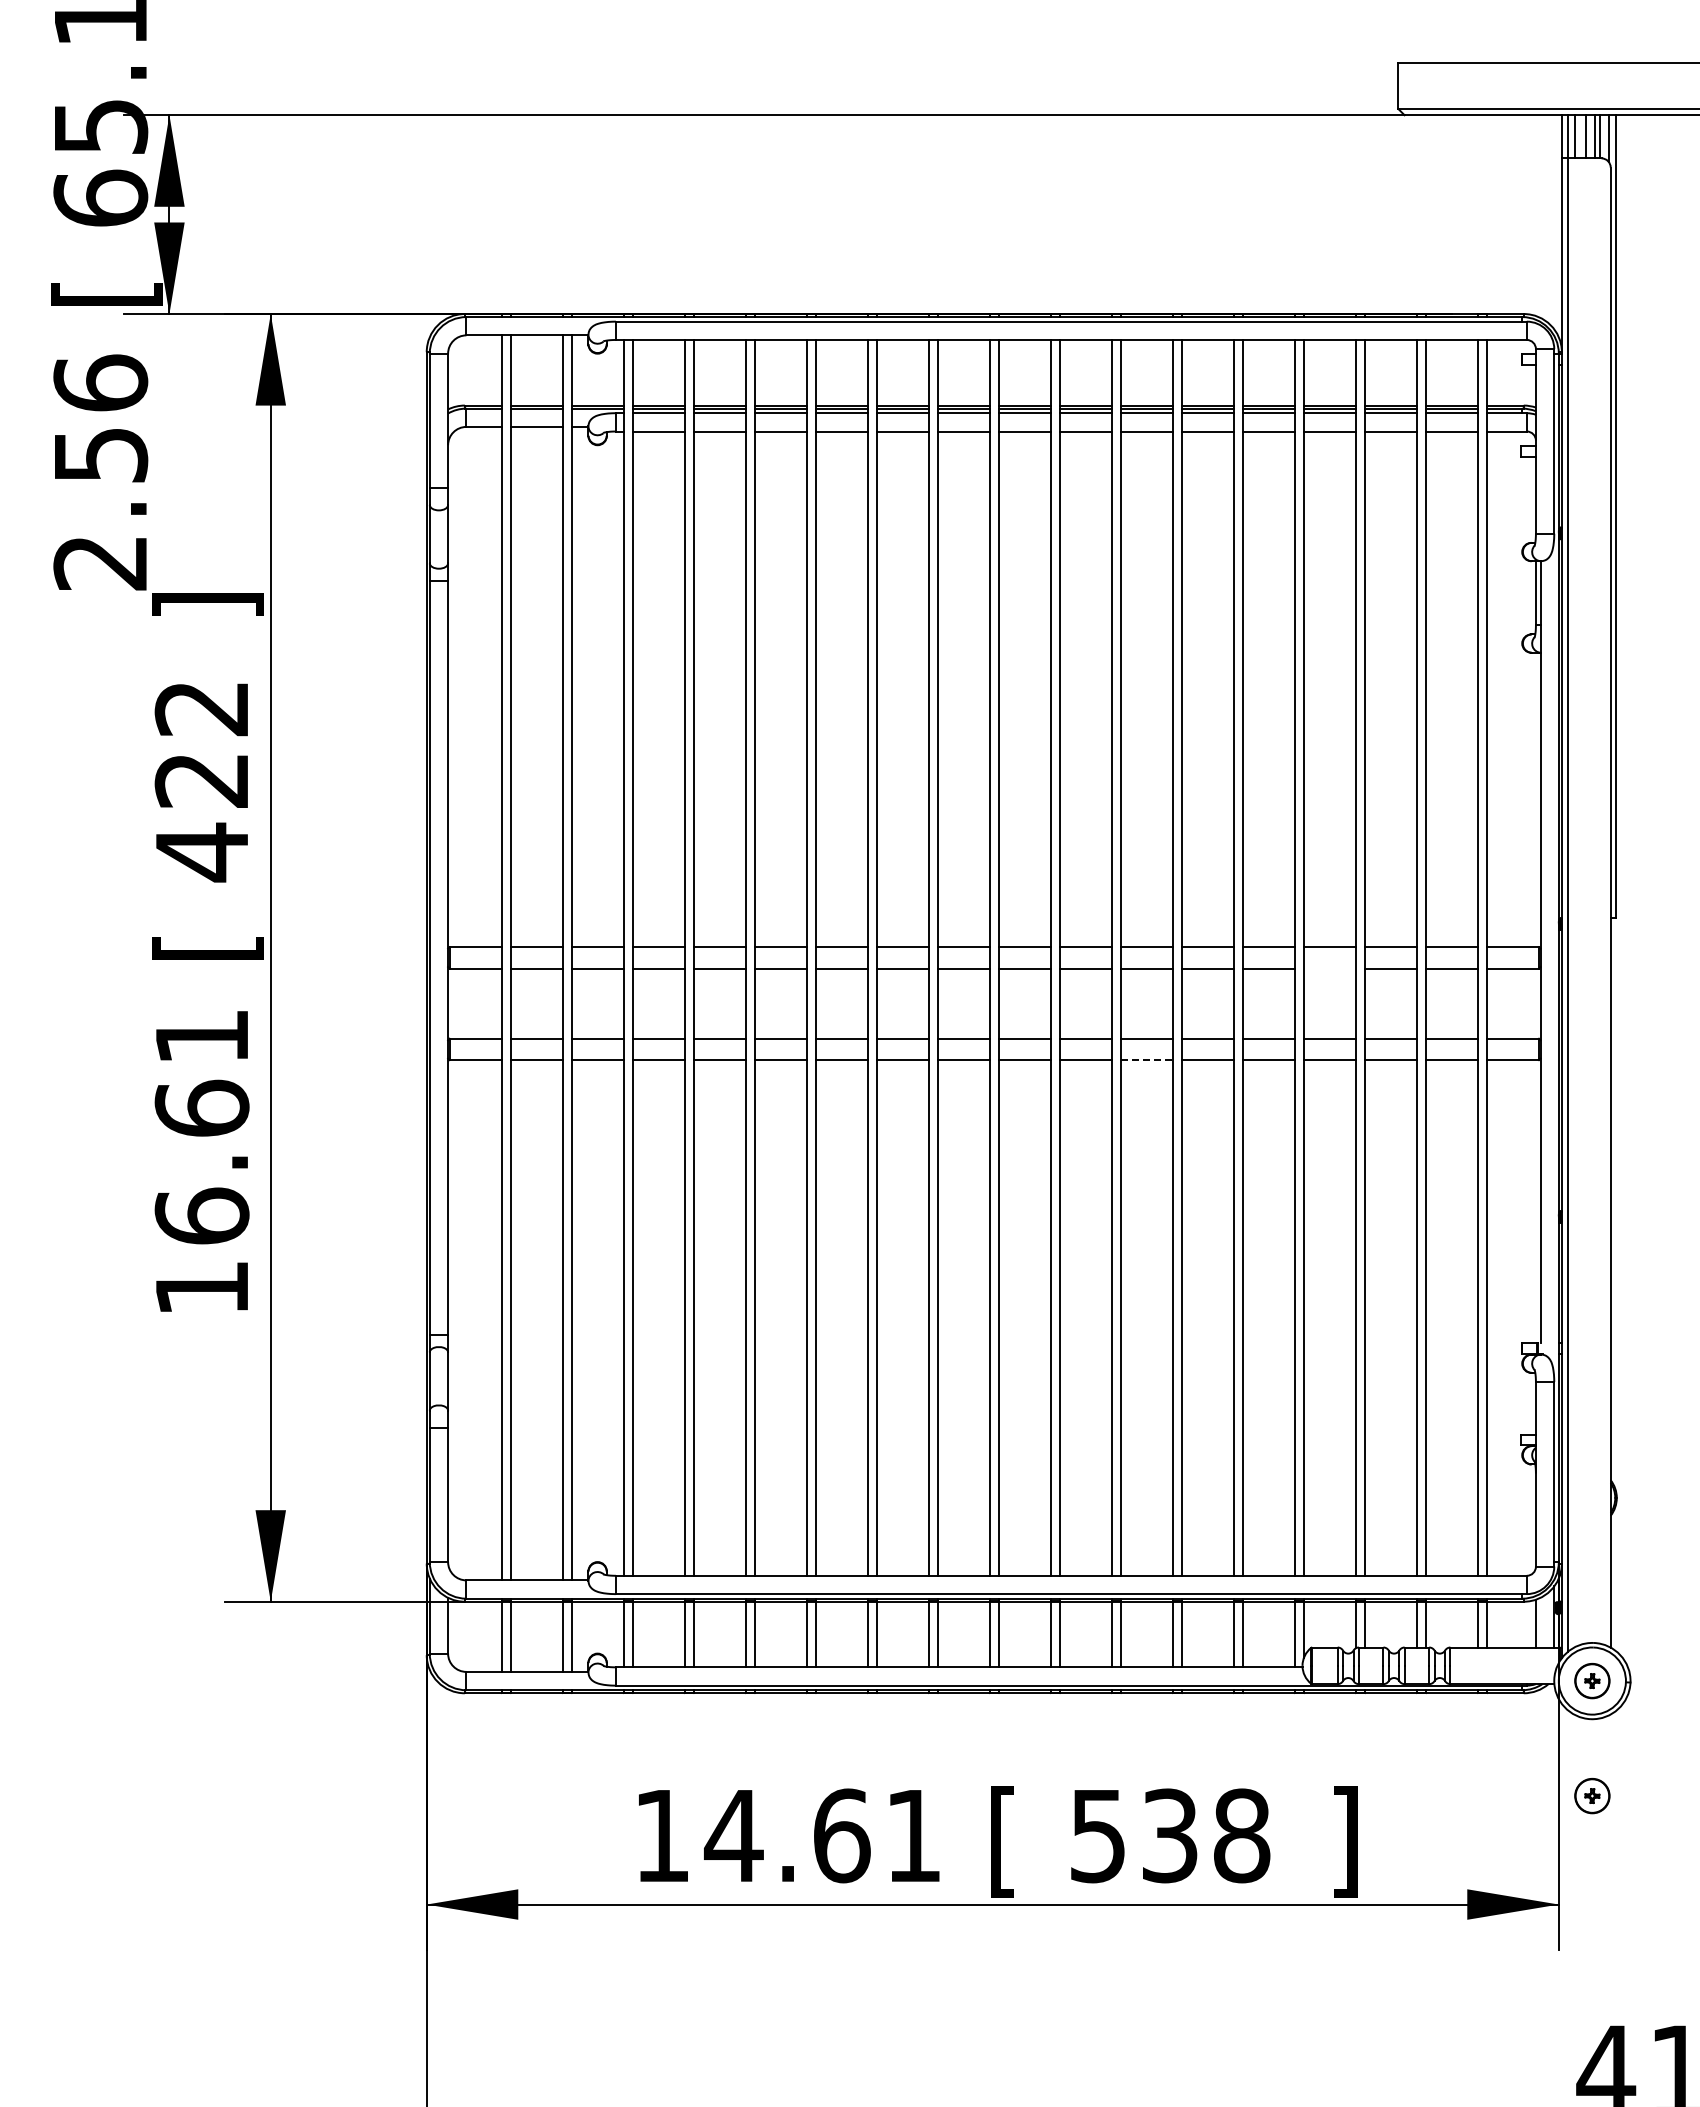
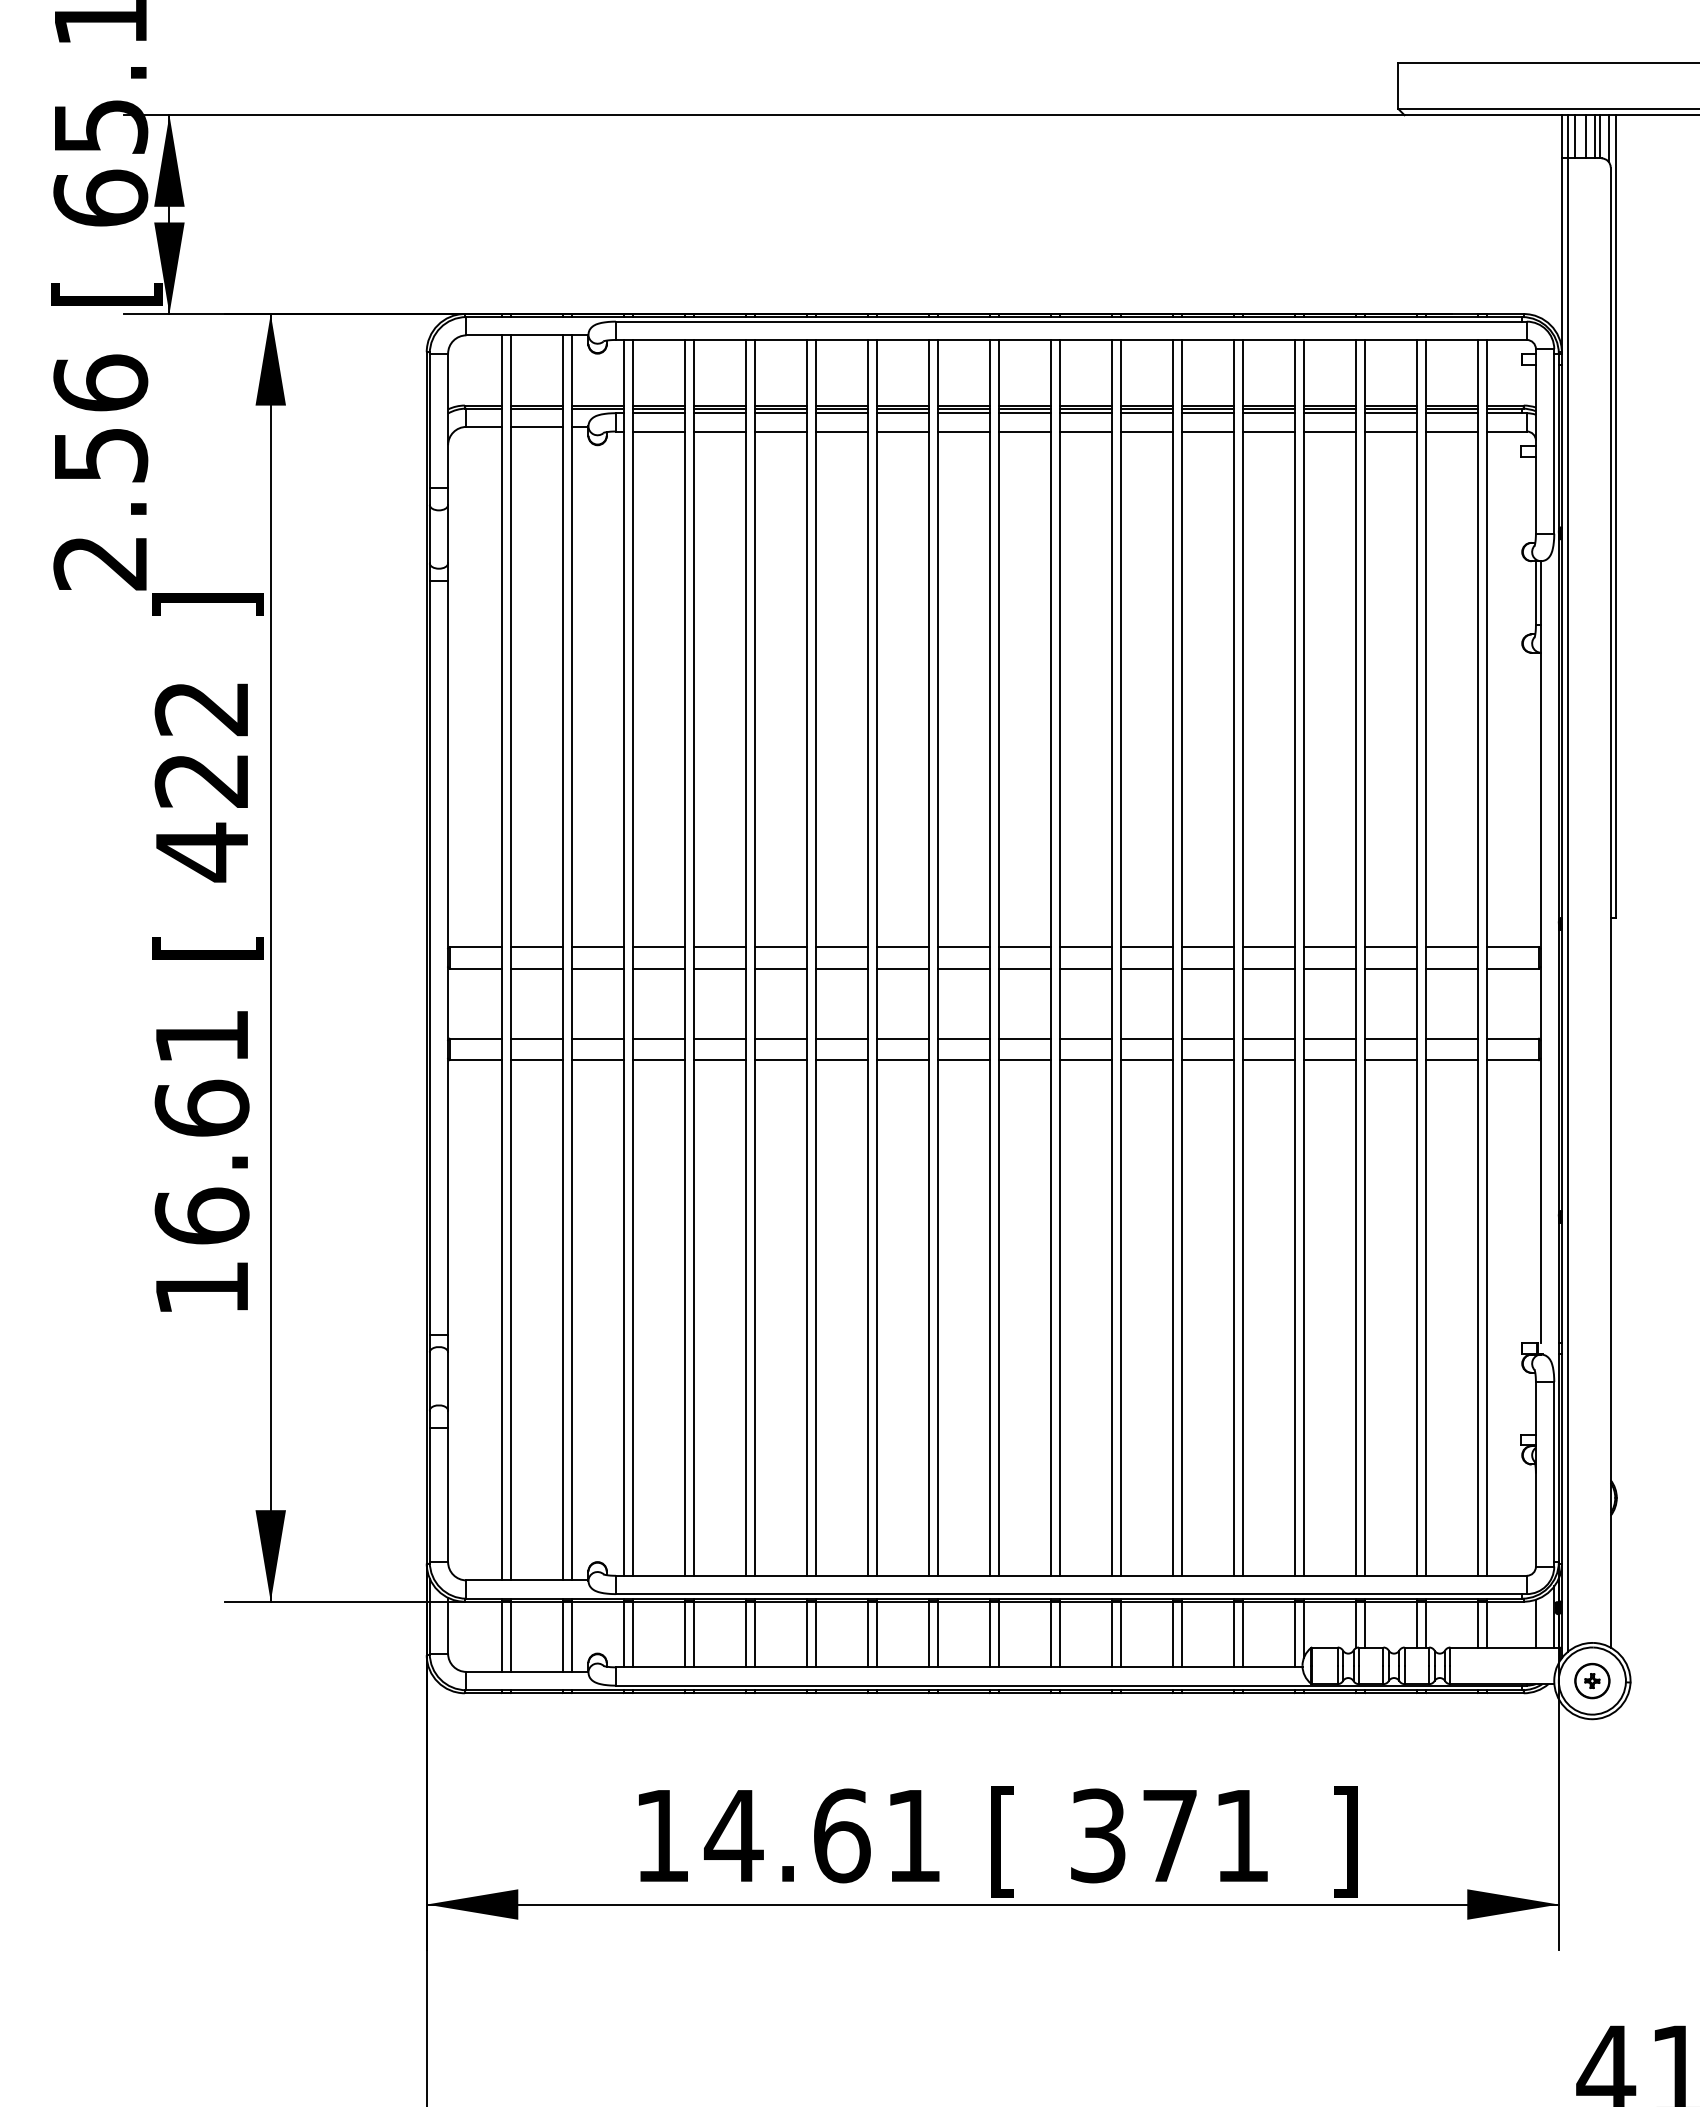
line at (1329, 968): none -> present
line at (1146, 1060): dashed -> solid
part at (1592, 1796): present -> none
text at (1170, 1835): 538 -> 371
